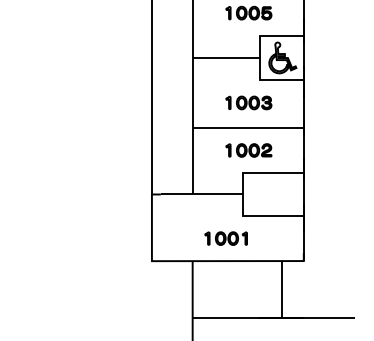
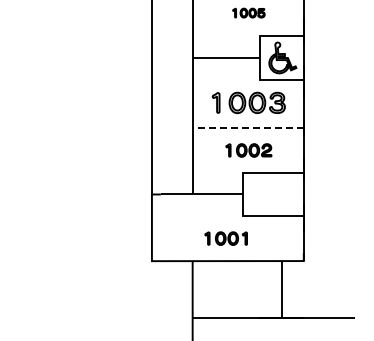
part at (248, 12) size: 48x16 px -> 34x12 px
part at (248, 102) size: 48x16 px -> 75x23 px
line at (248, 127): solid -> dashed
